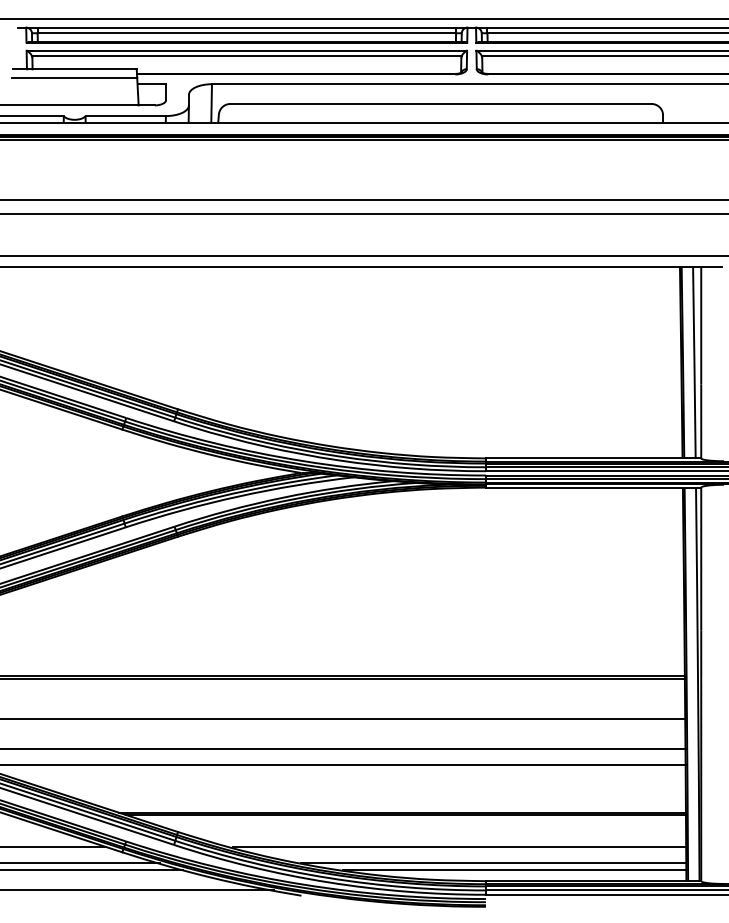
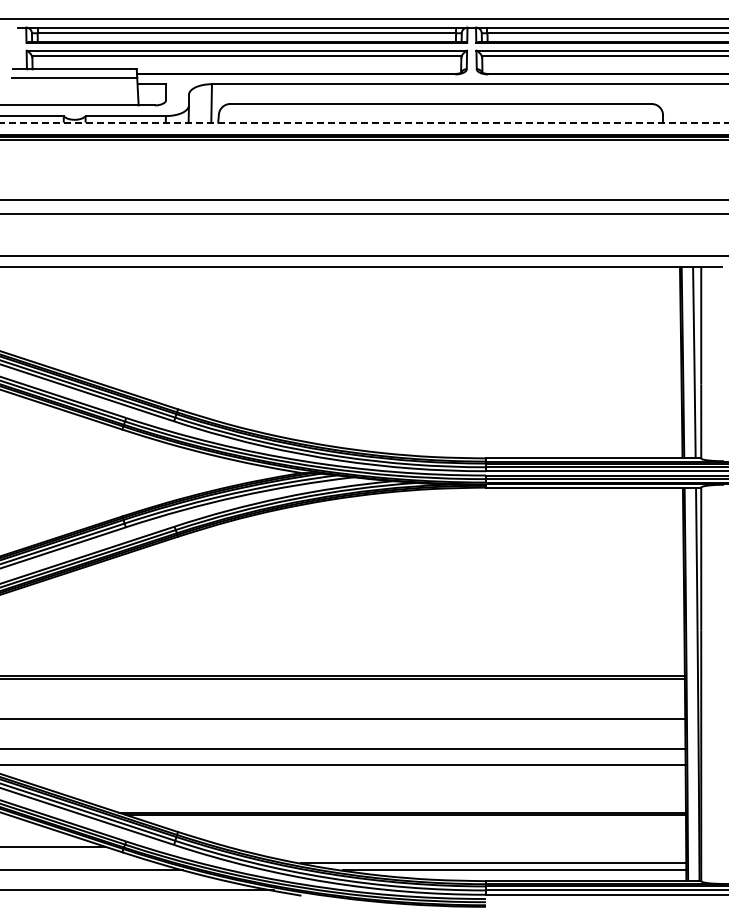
line at (364, 122): solid -> dashed
line at (459, 846): present -> none
line at (80, 862): present -> none
